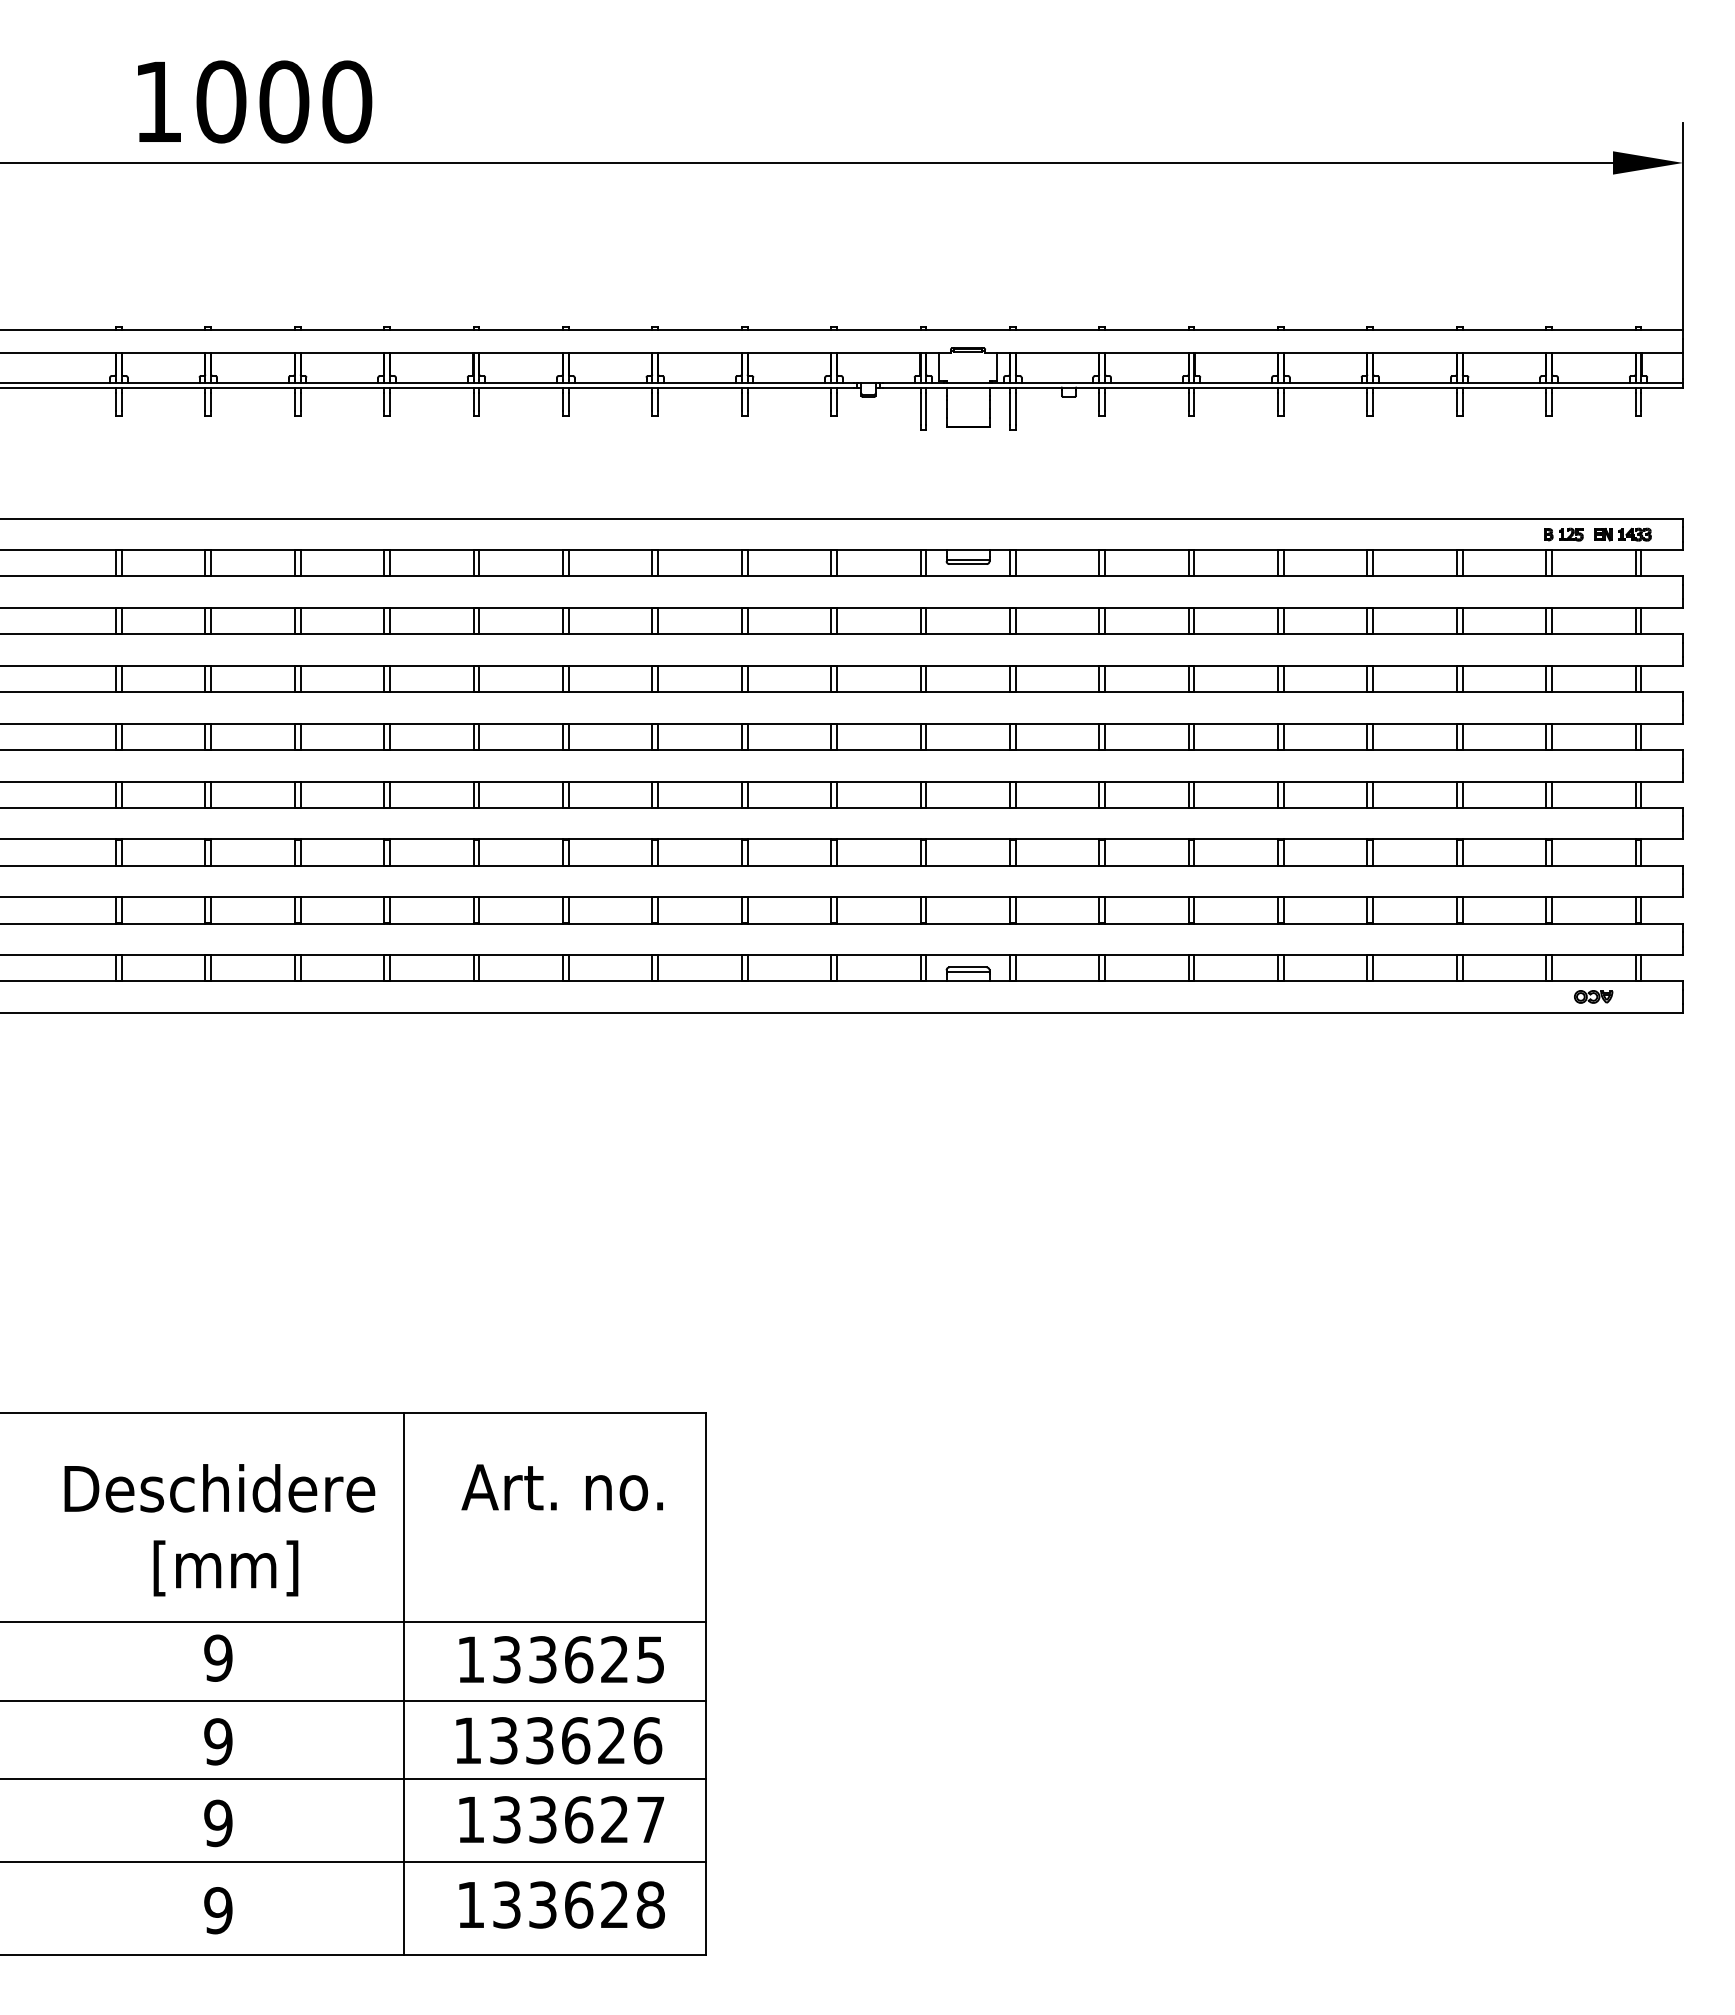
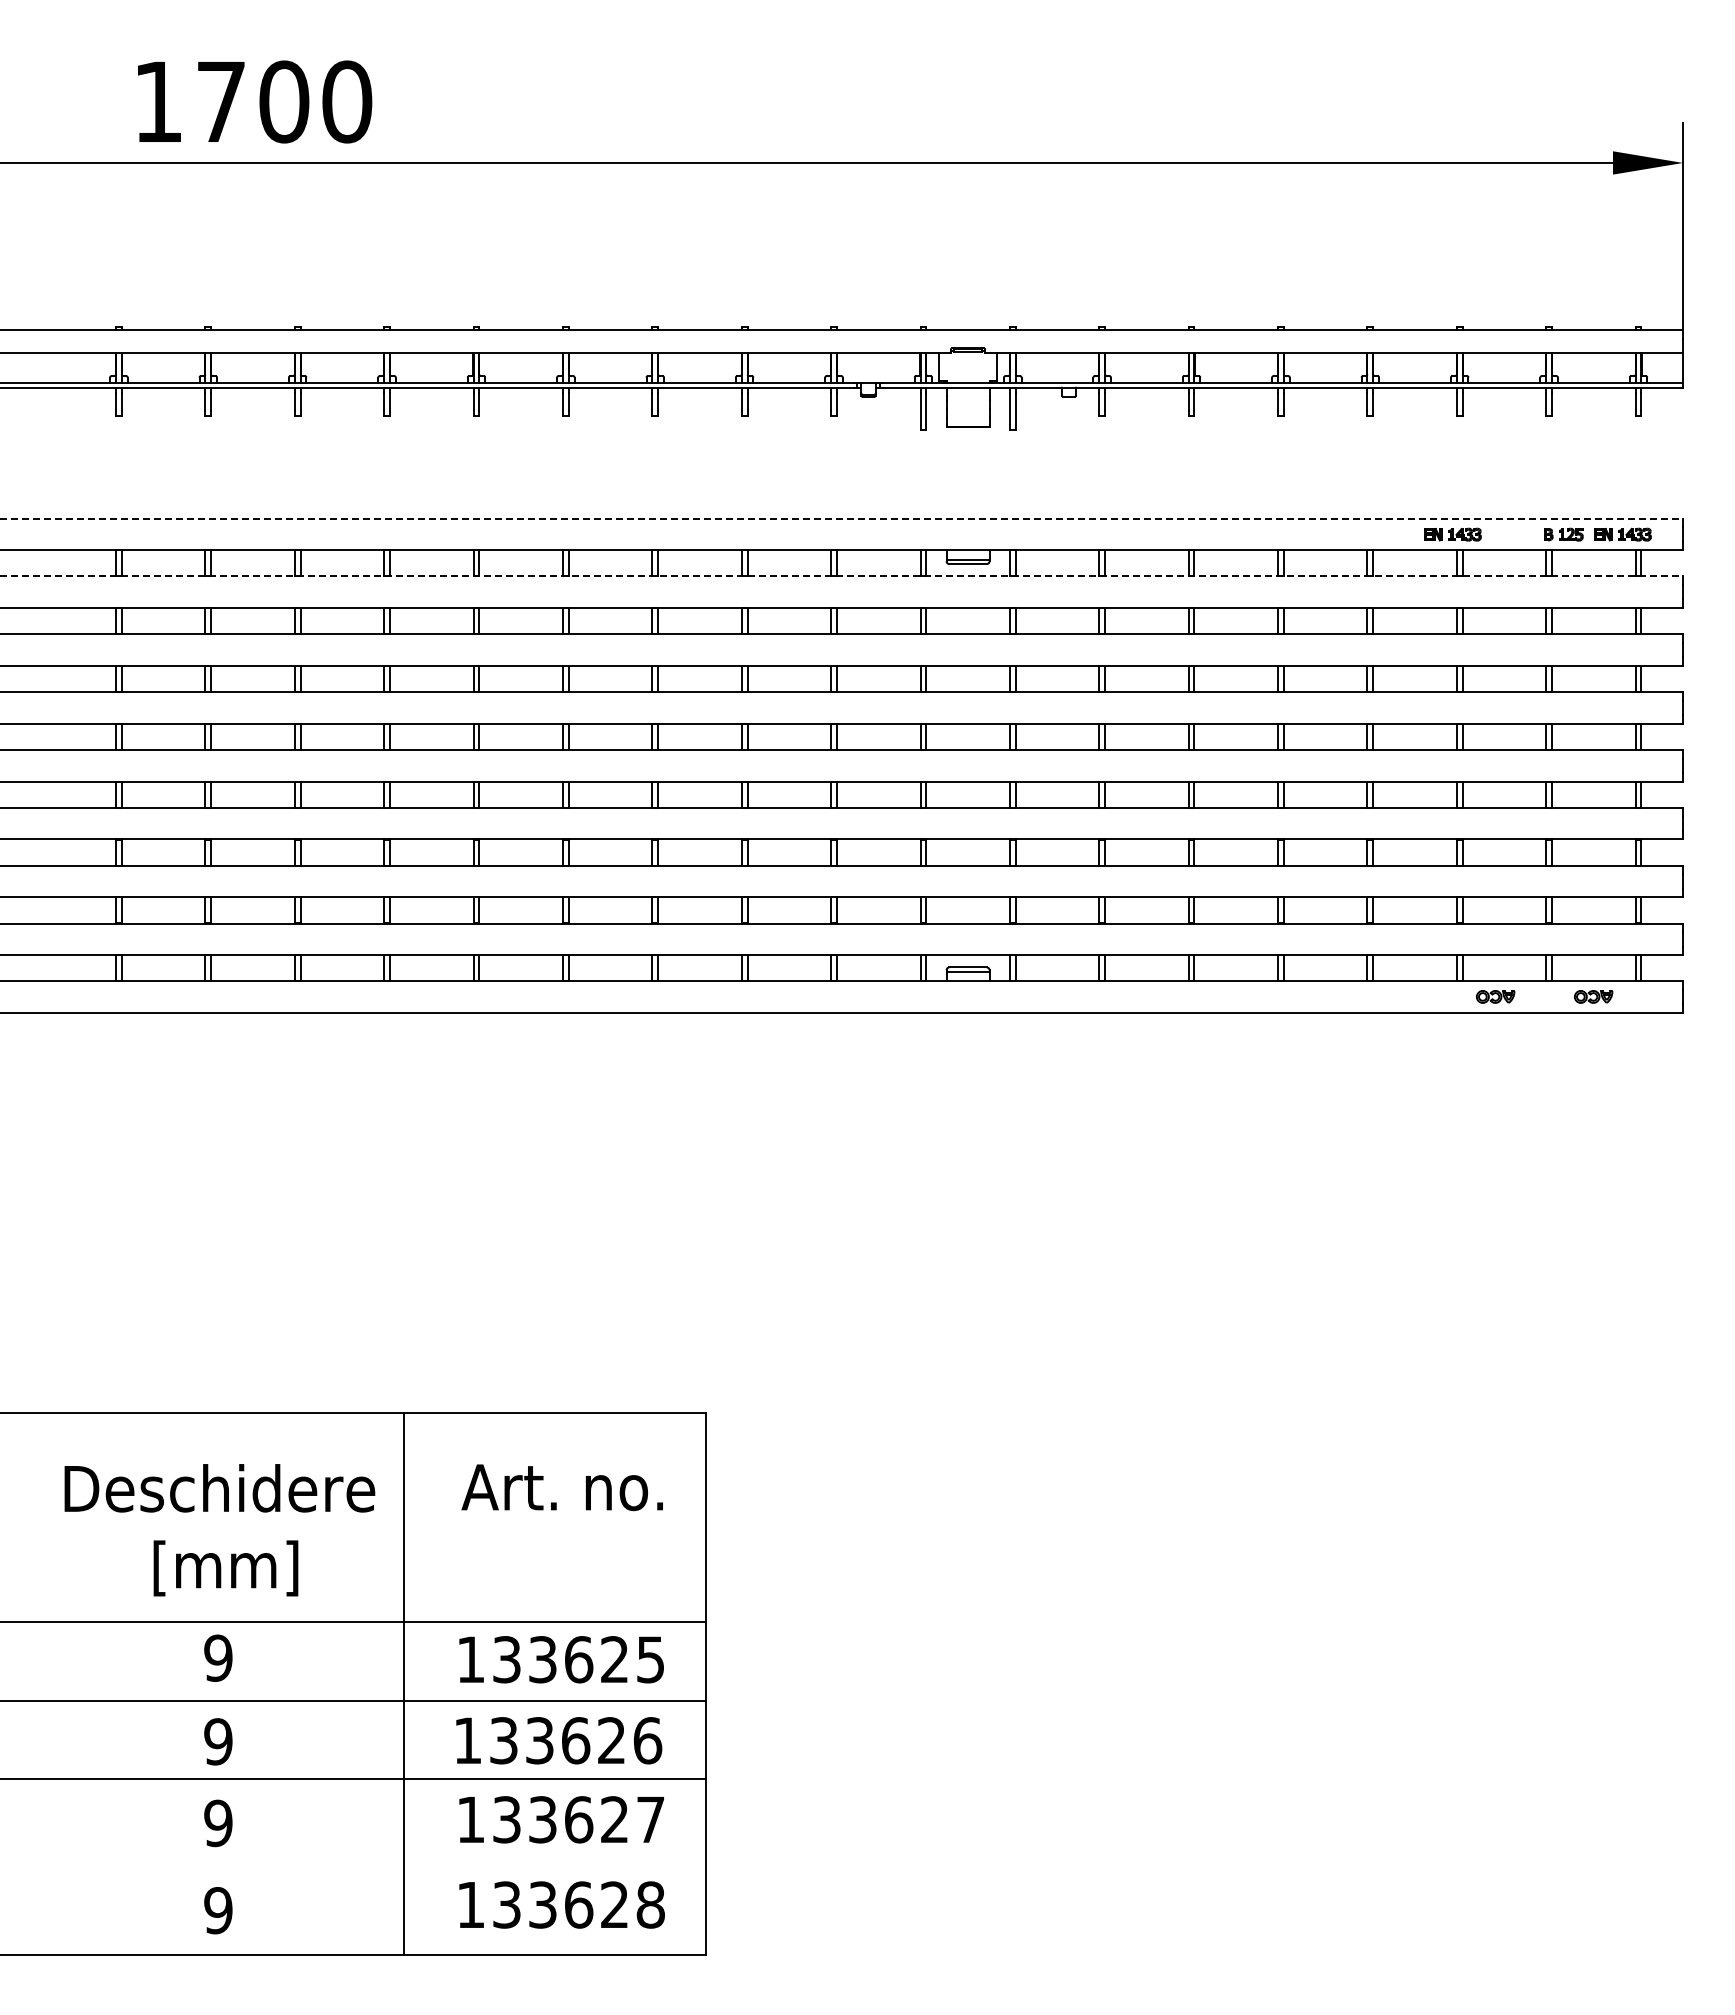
text at (221, 101): 1000 -> 1700
line at (842, 518): solid -> dashed
part at (1452, 534): none -> present
line at (842, 576): solid -> dashed
part at (1495, 996): none -> present
line at (354, 1862): present -> none
